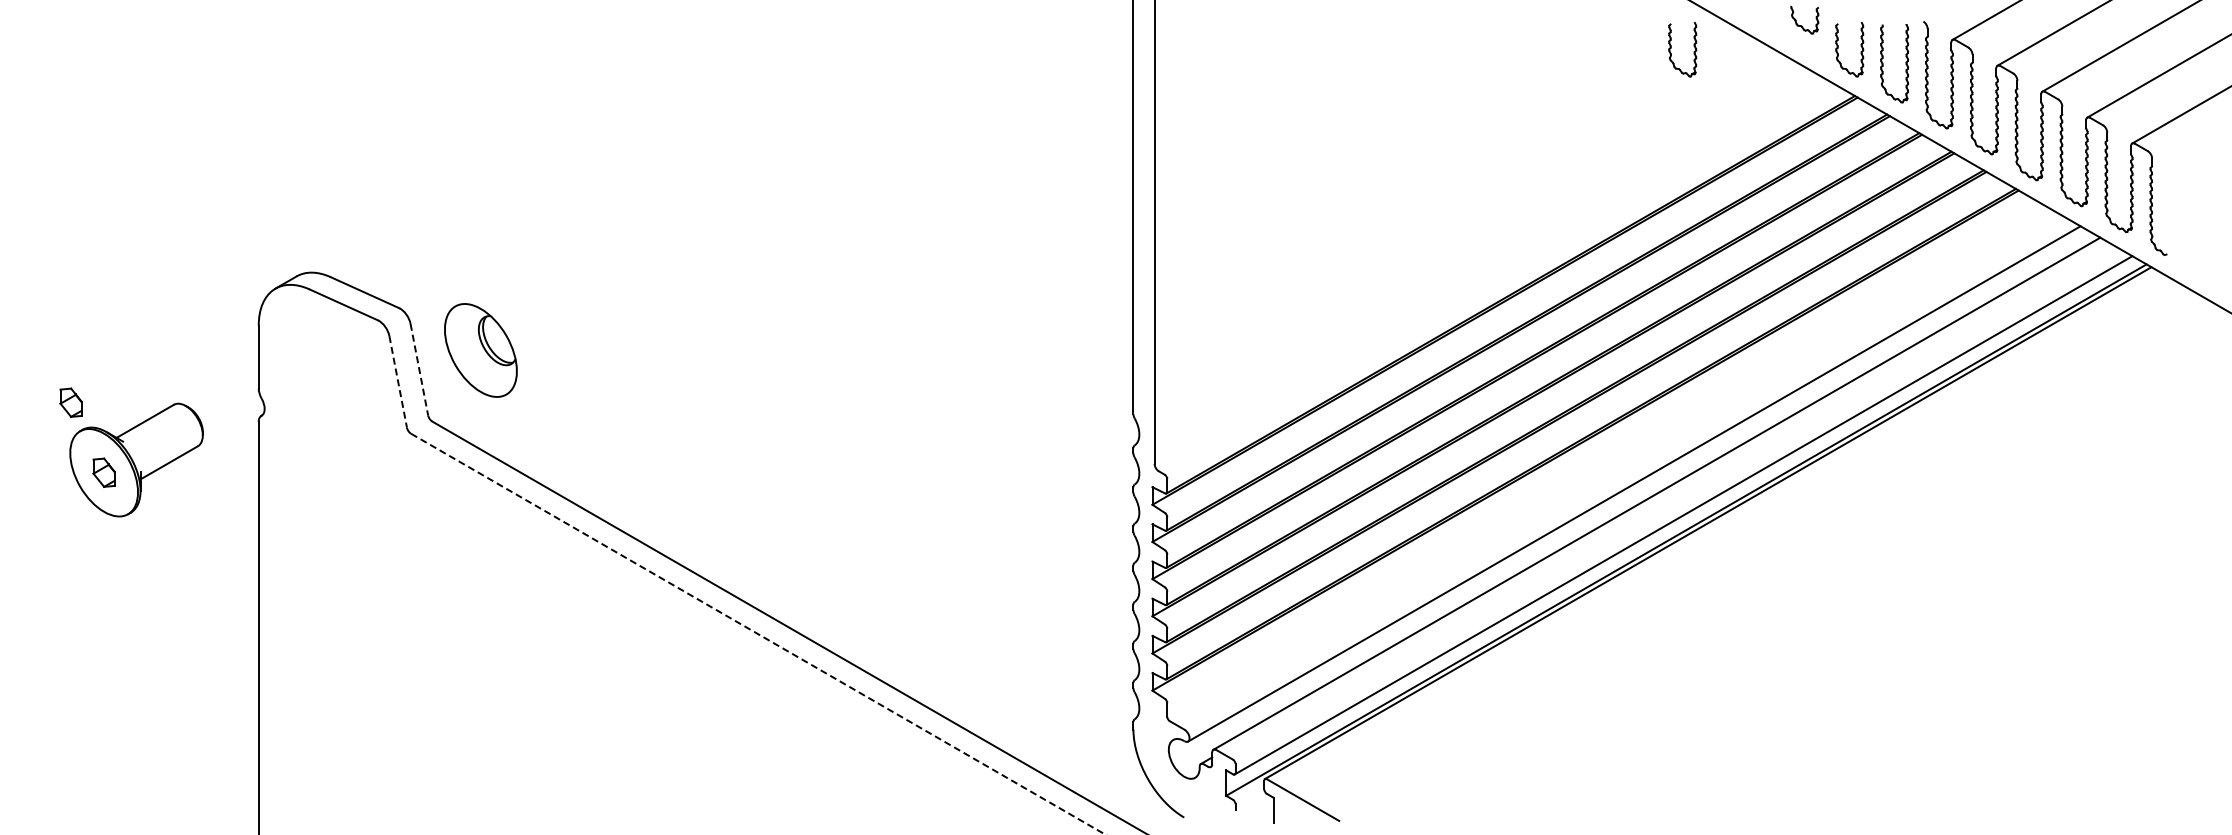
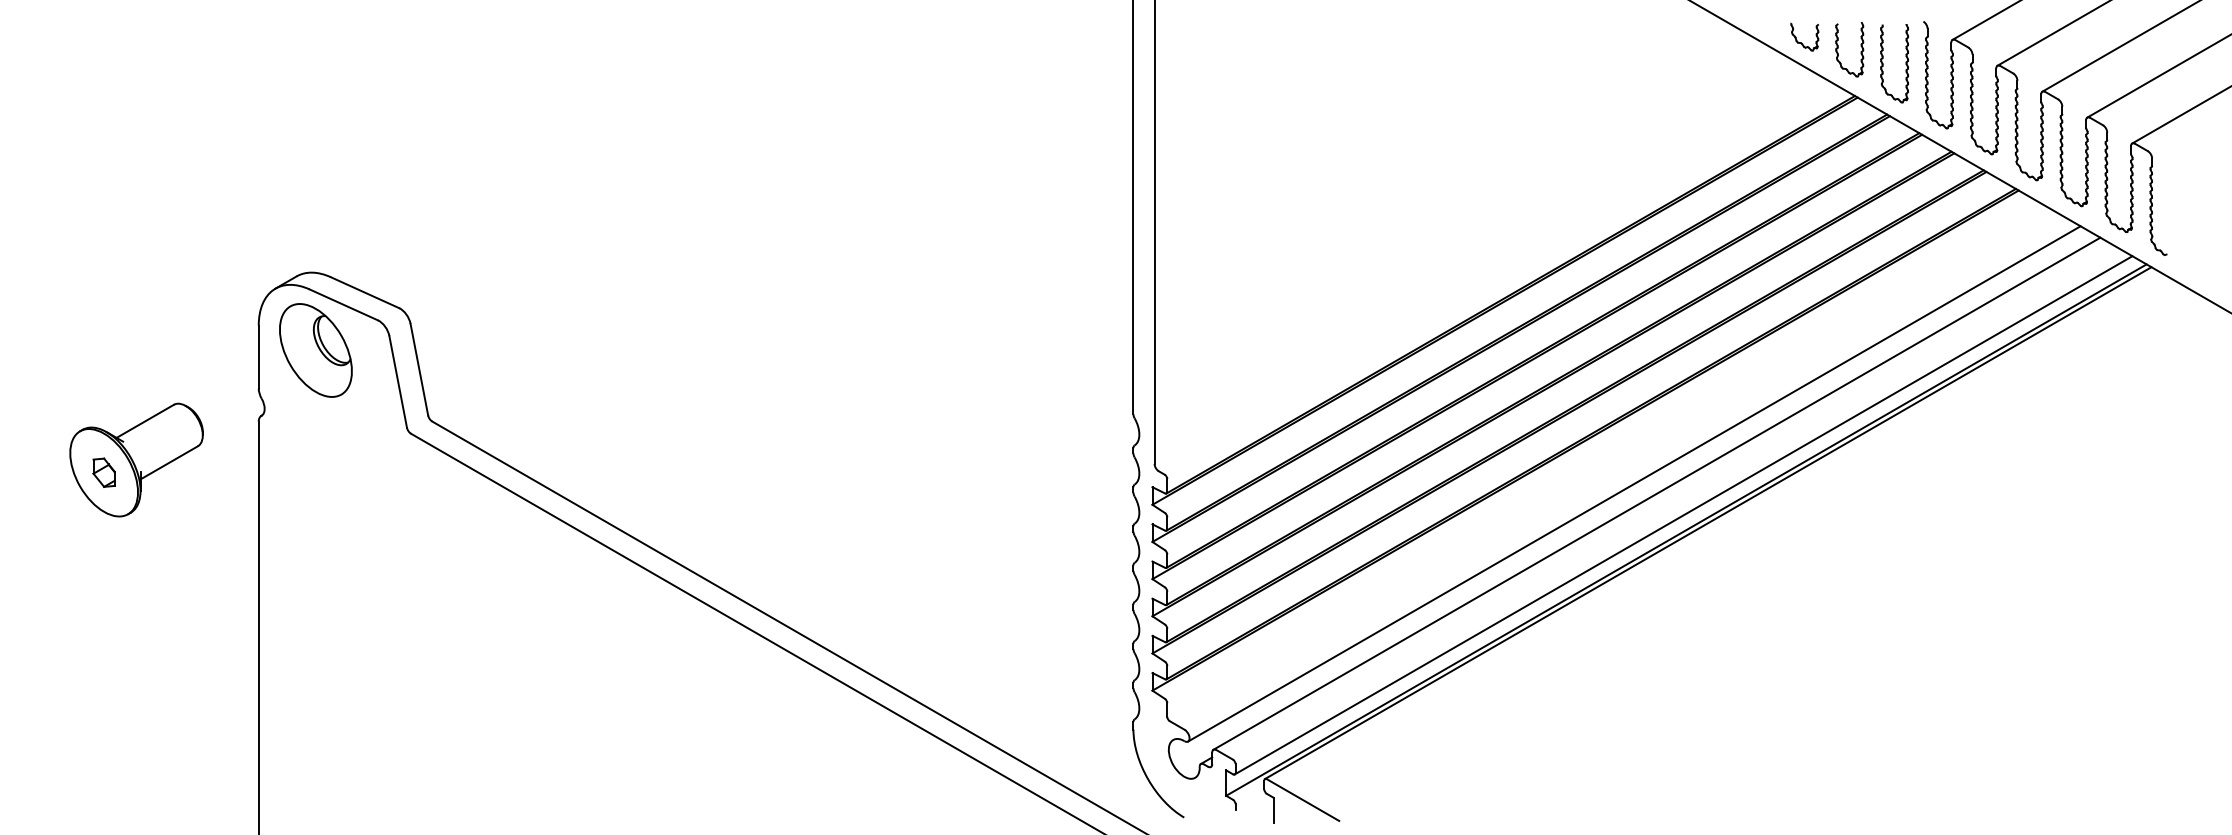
part at (1801, 25) position: (1801, 25) -> (1801, 42)
part at (1671, 48): present -> none
part at (480, 350) position: (480, 350) -> (315, 350)
line at (419, 369): dashed -> solid
line at (398, 381): dashed -> solid
part at (70, 402): present -> none
line at (758, 634): dashed -> solid
